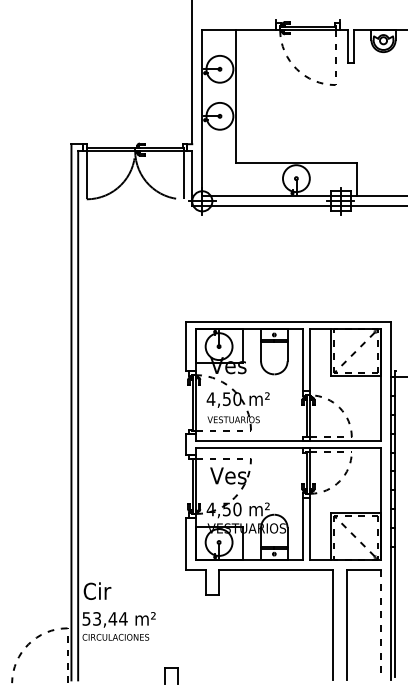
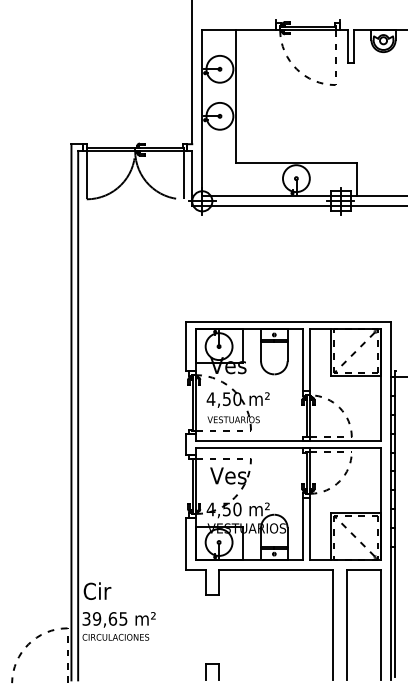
text at (105, 618): 53,44 -> 39,65
line at (381, 625): dashed -> solid
part at (171, 675) position: (171, 675) -> (212, 671)
